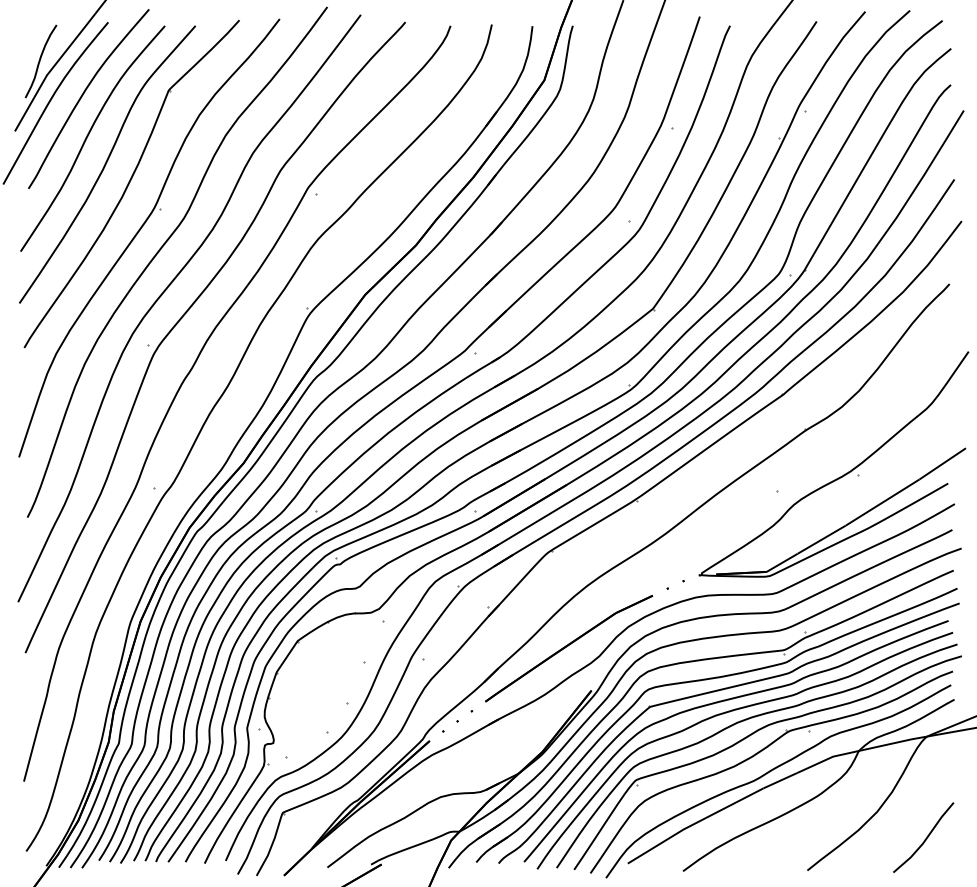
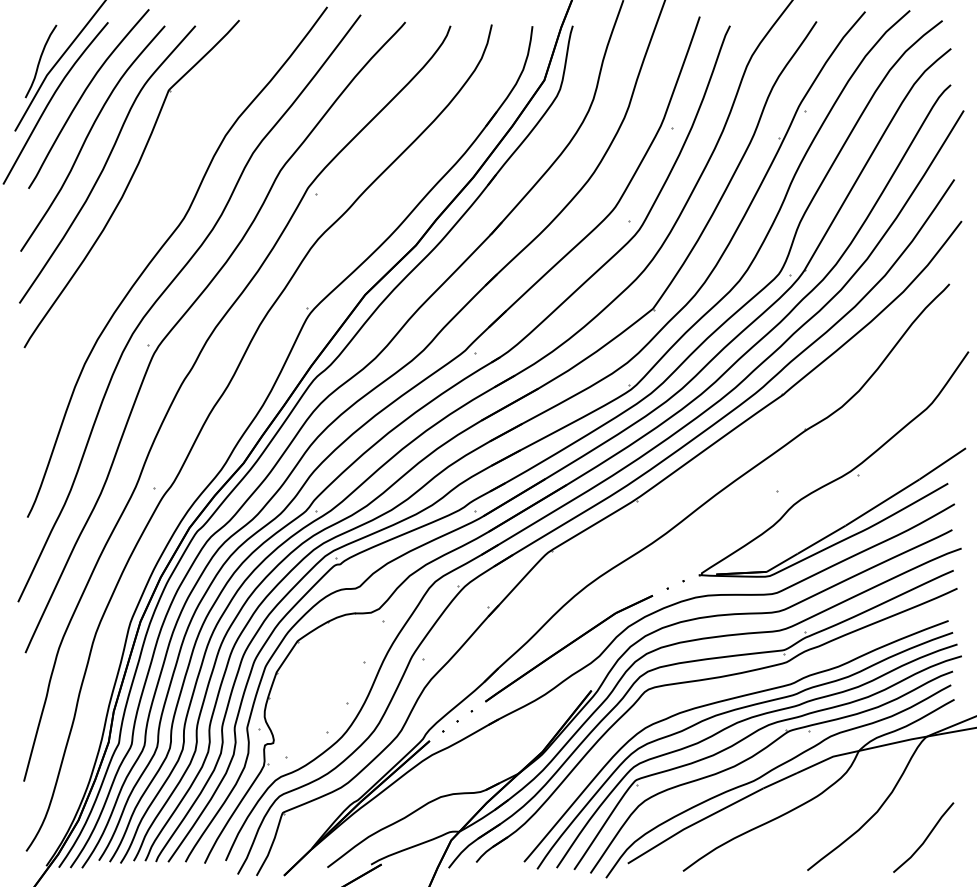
part at (141, 229): present -> none
part at (718, 691): present -> none
